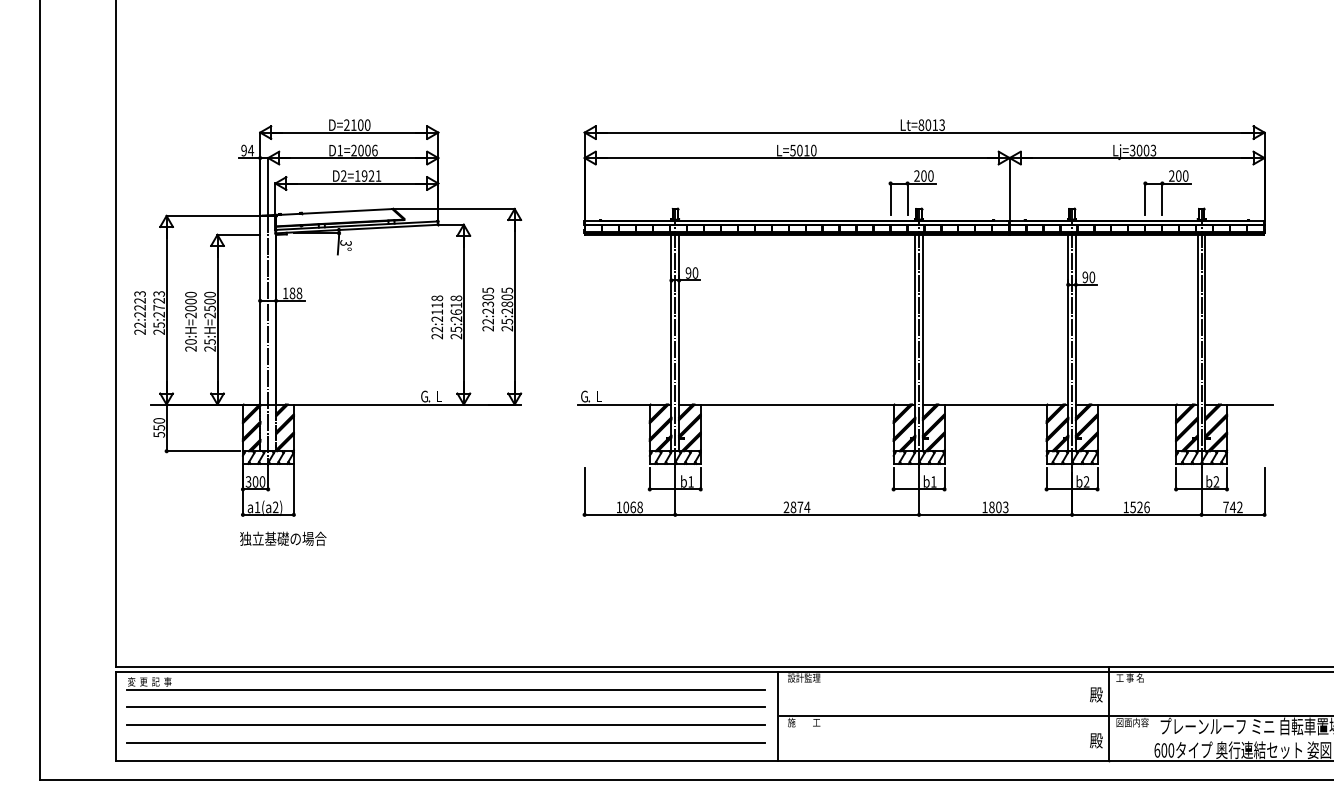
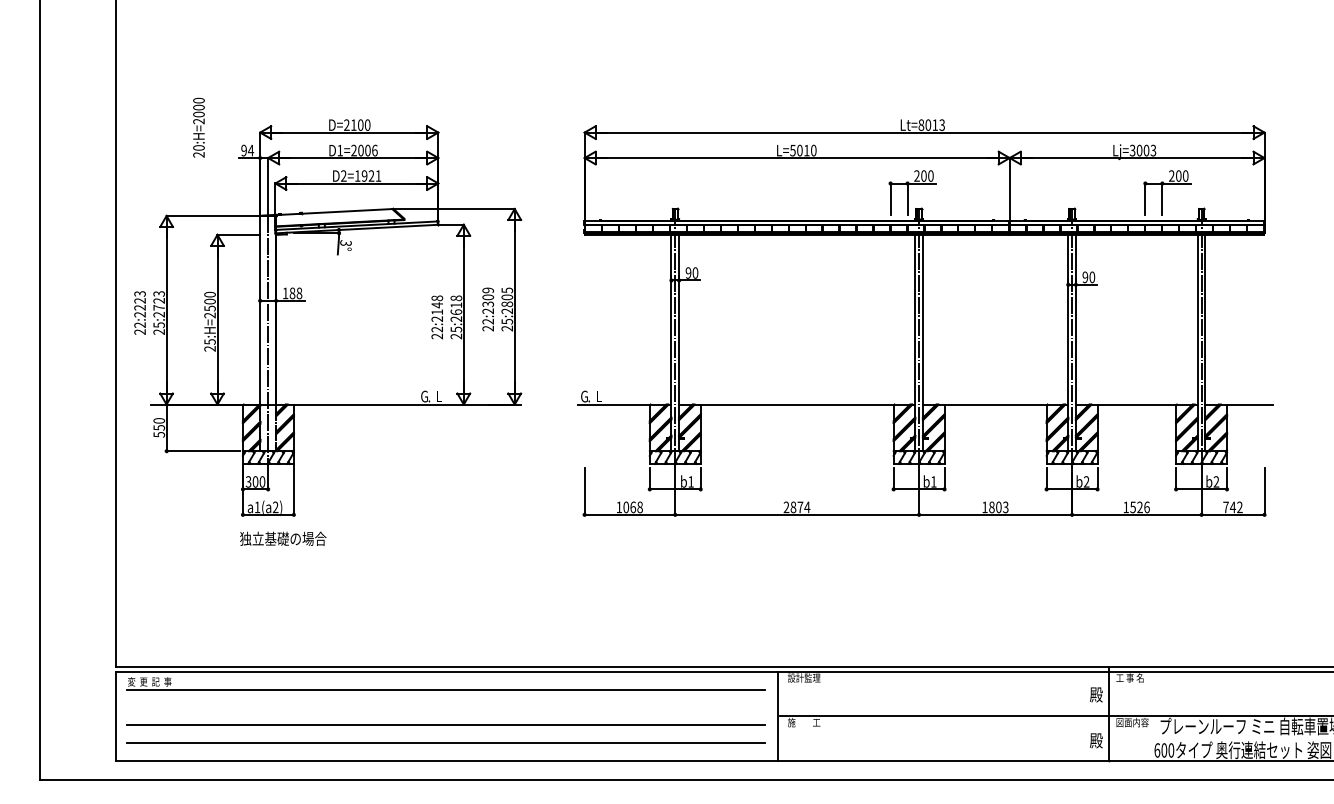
text at (487, 290): 22:2305 -> 22:2309
text at (436, 305): 22:2118 -> 22:2148
text at (190, 321) position: (190, 321) -> (198, 127)
line at (446, 707): present -> none
